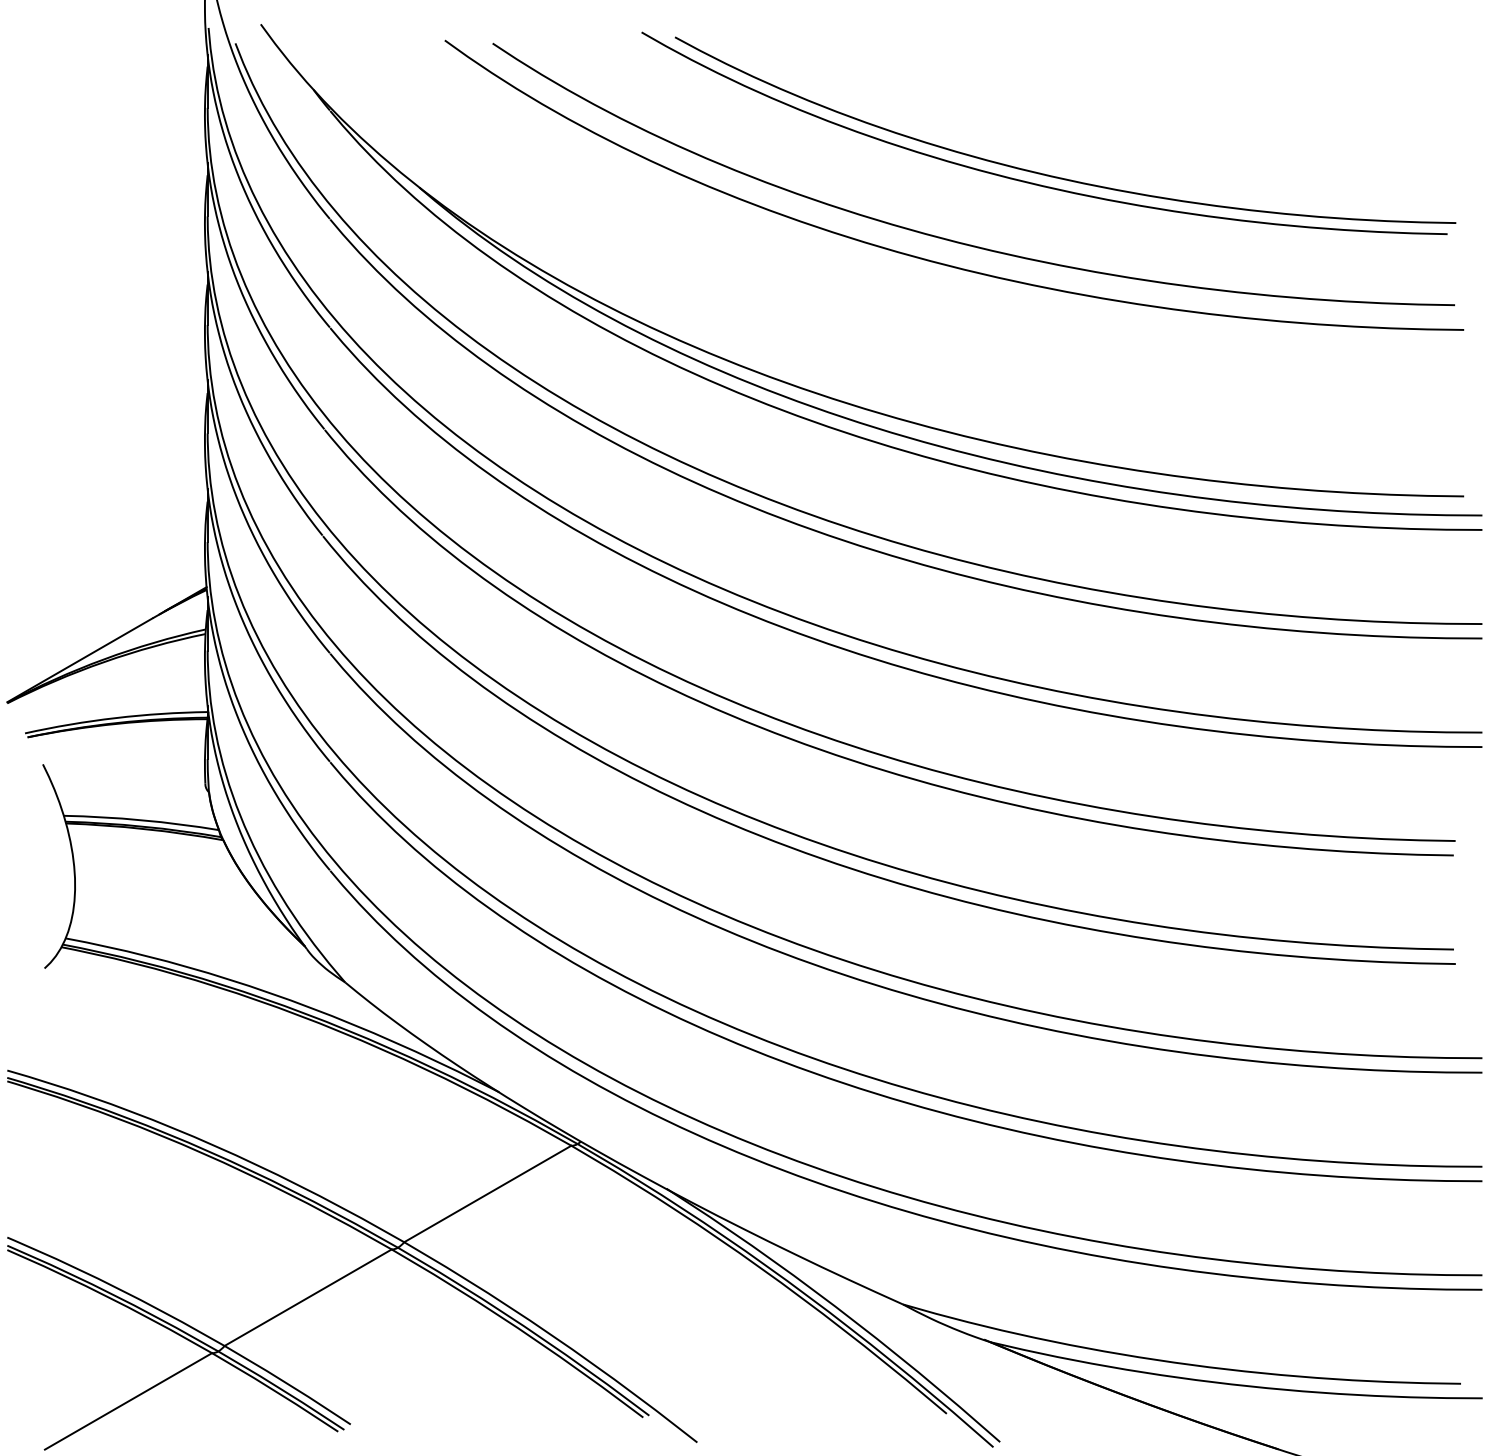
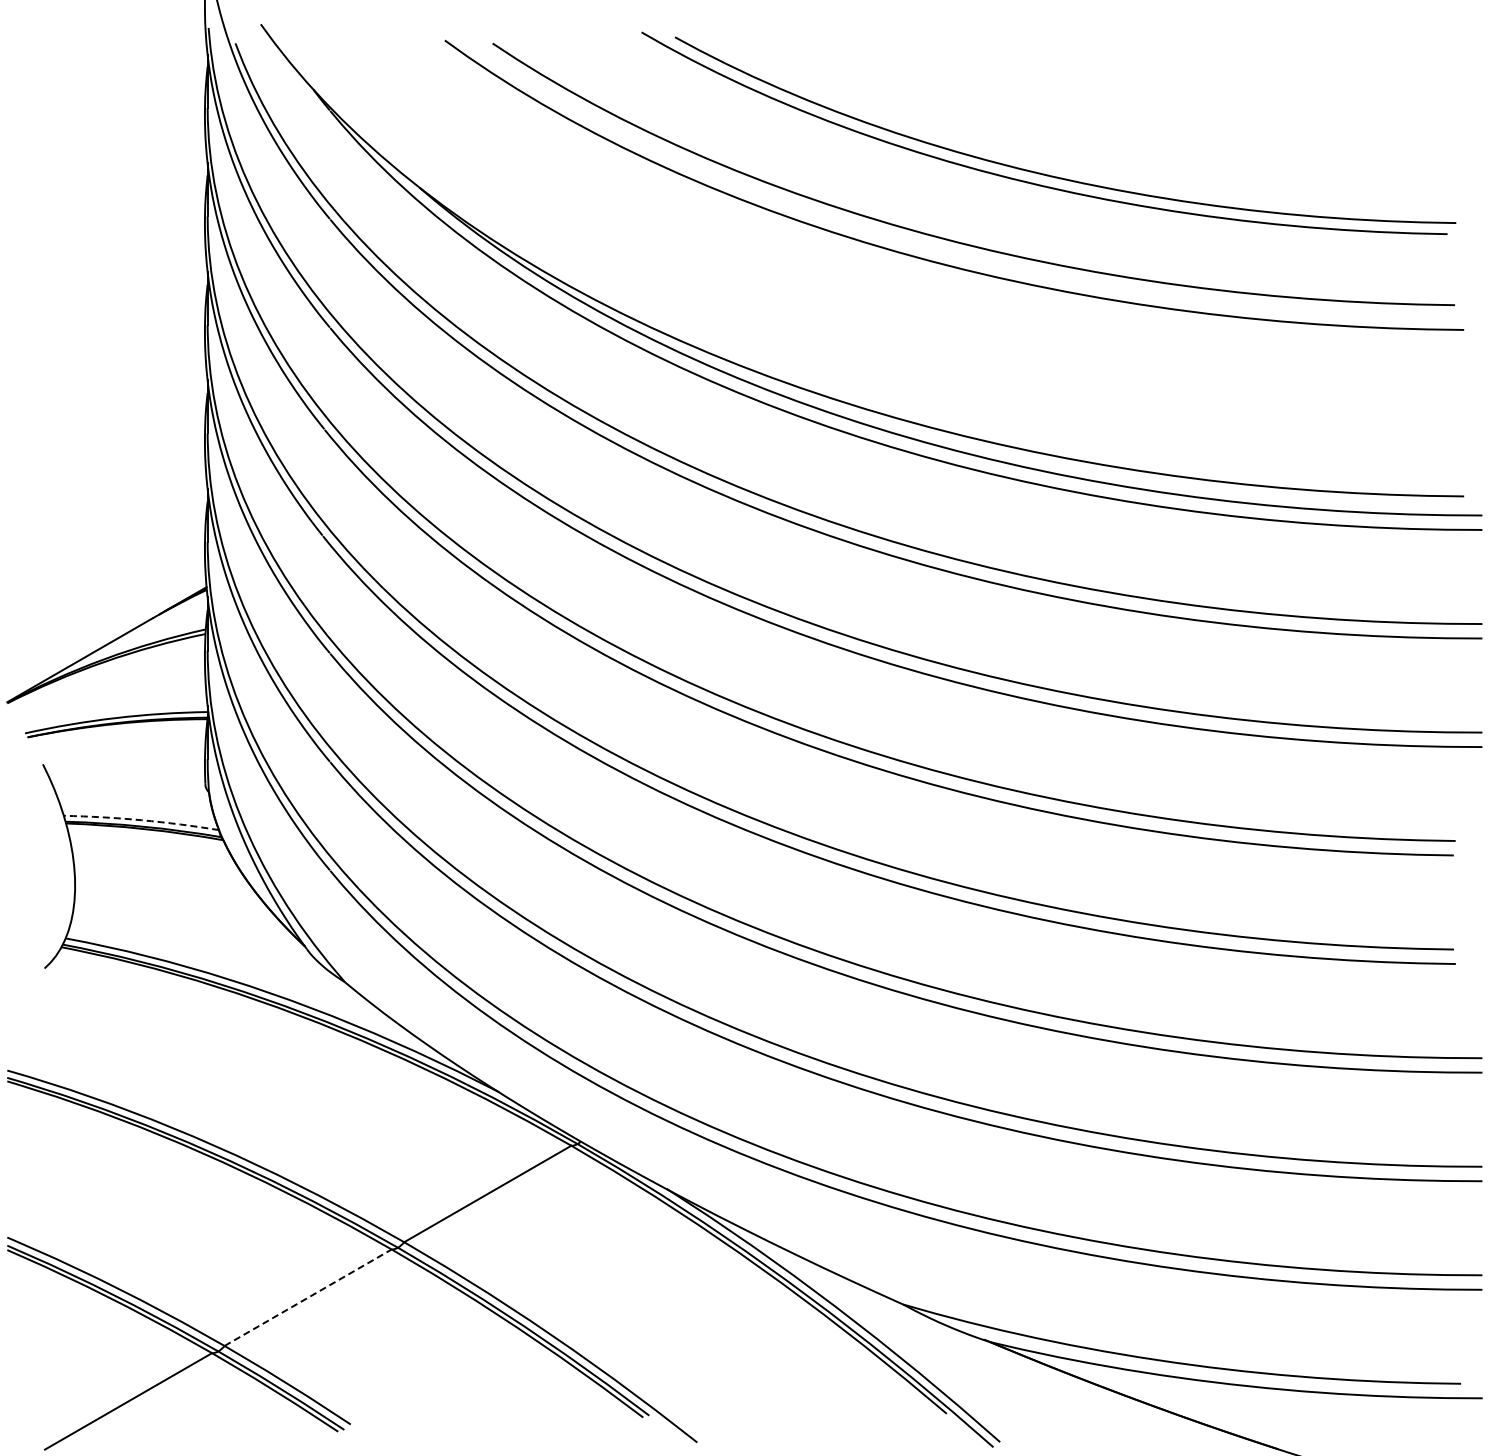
arc at (141, 820): solid -> dashed
line at (308, 1297): solid -> dashed
